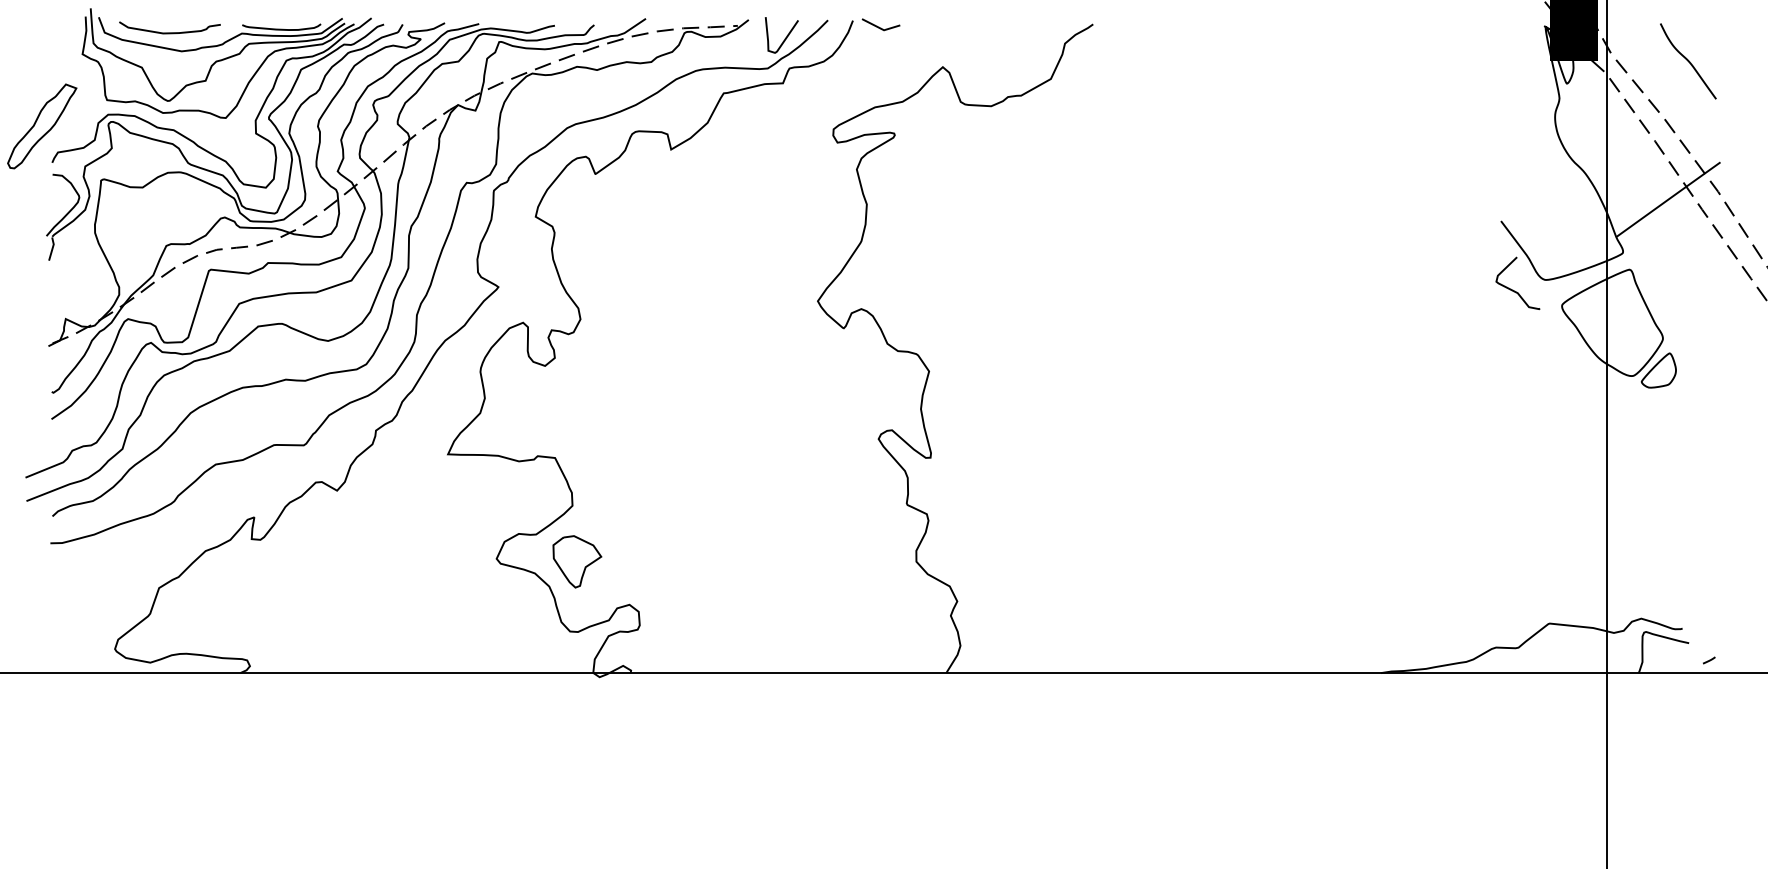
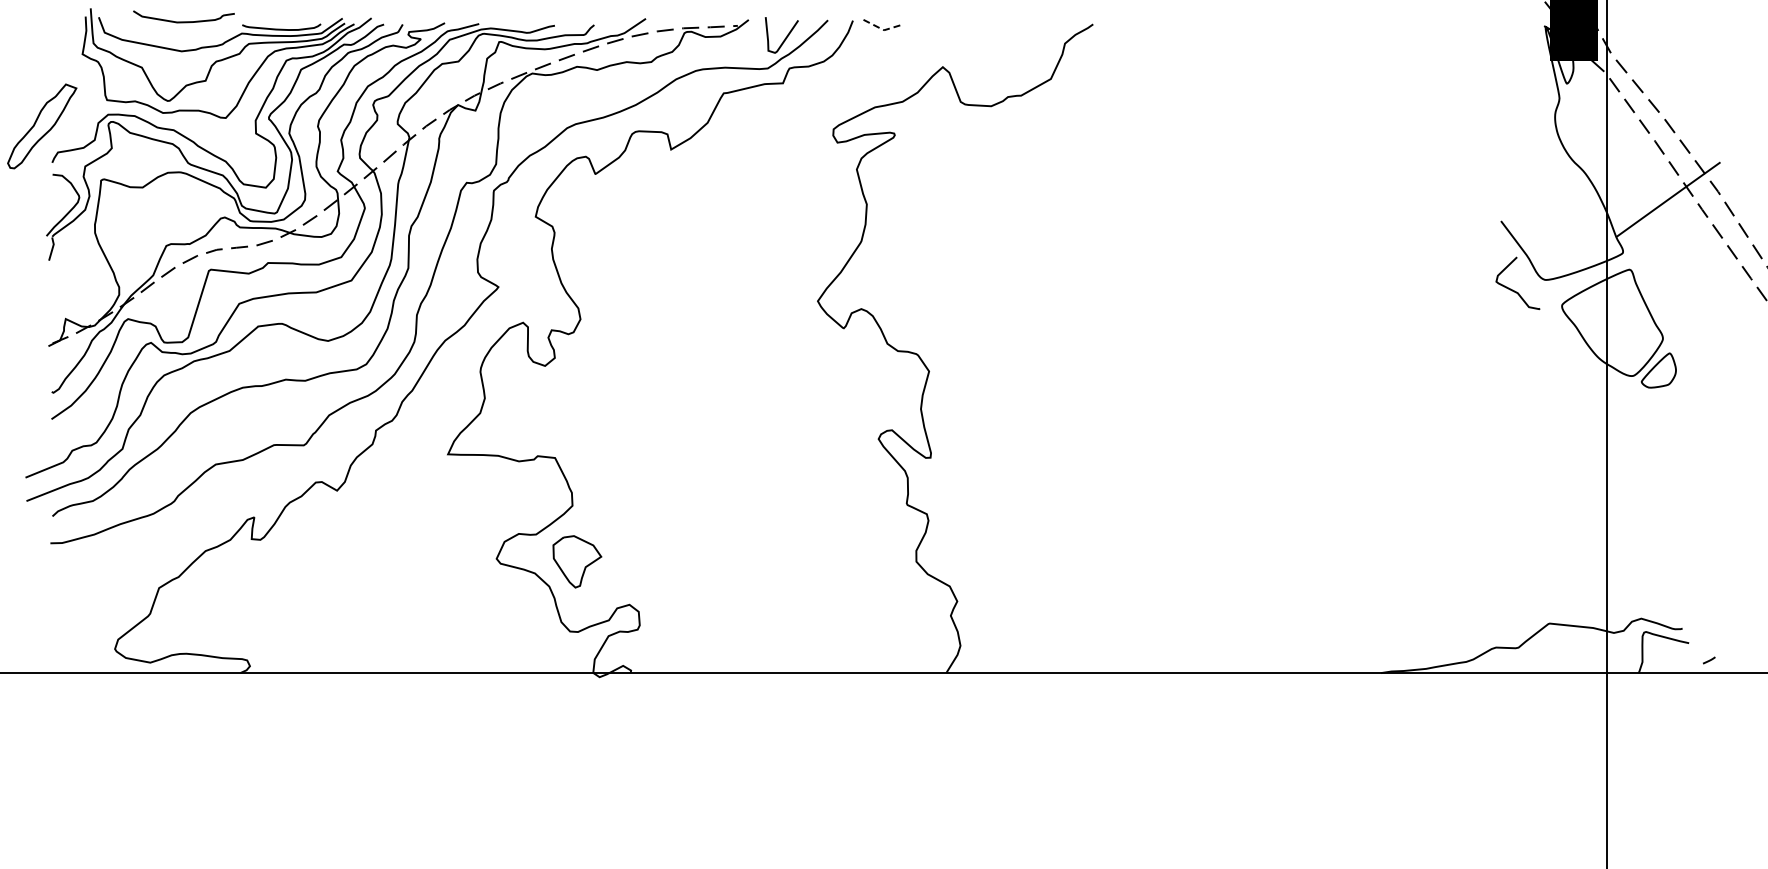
line at (880, 28): solid -> dashed
curve at (169, 32) position: (169, 32) -> (183, 21)
curve at (1688, 61): present -> none
